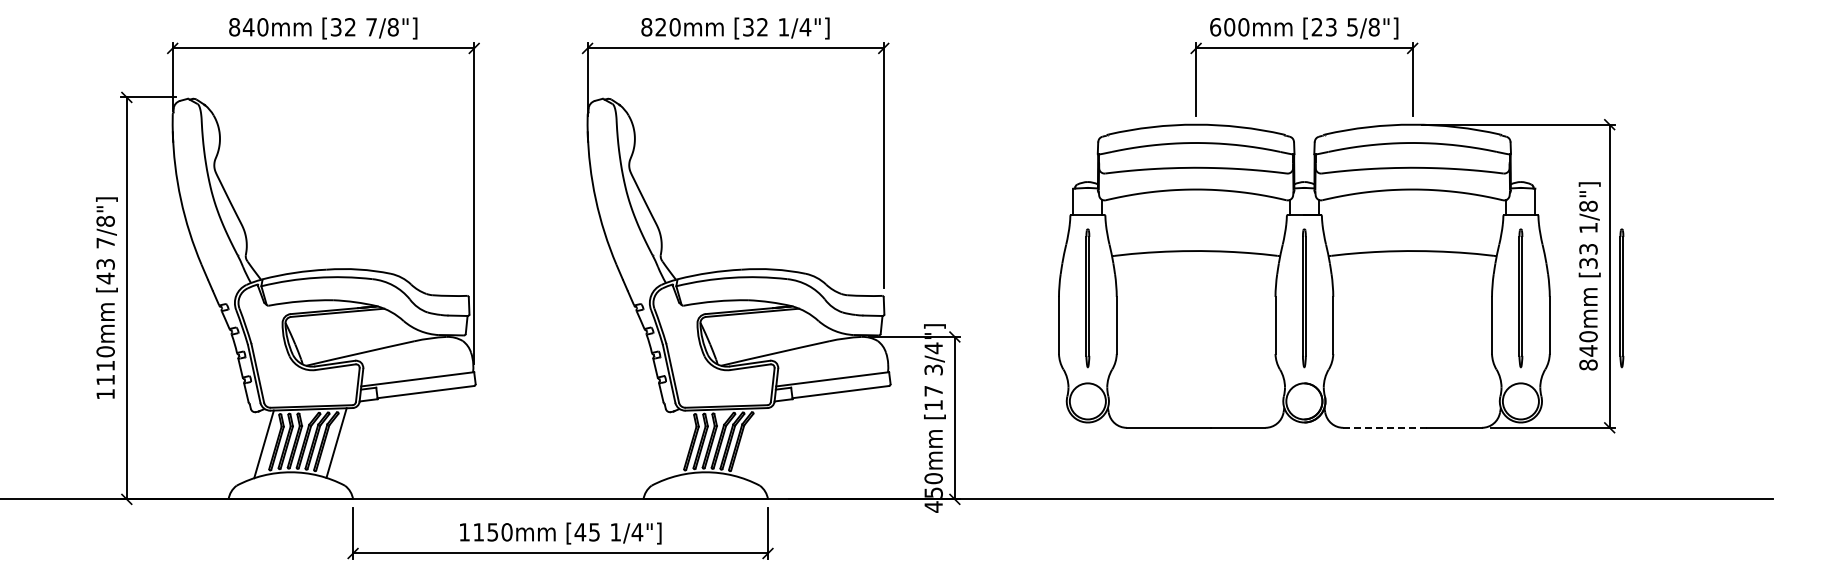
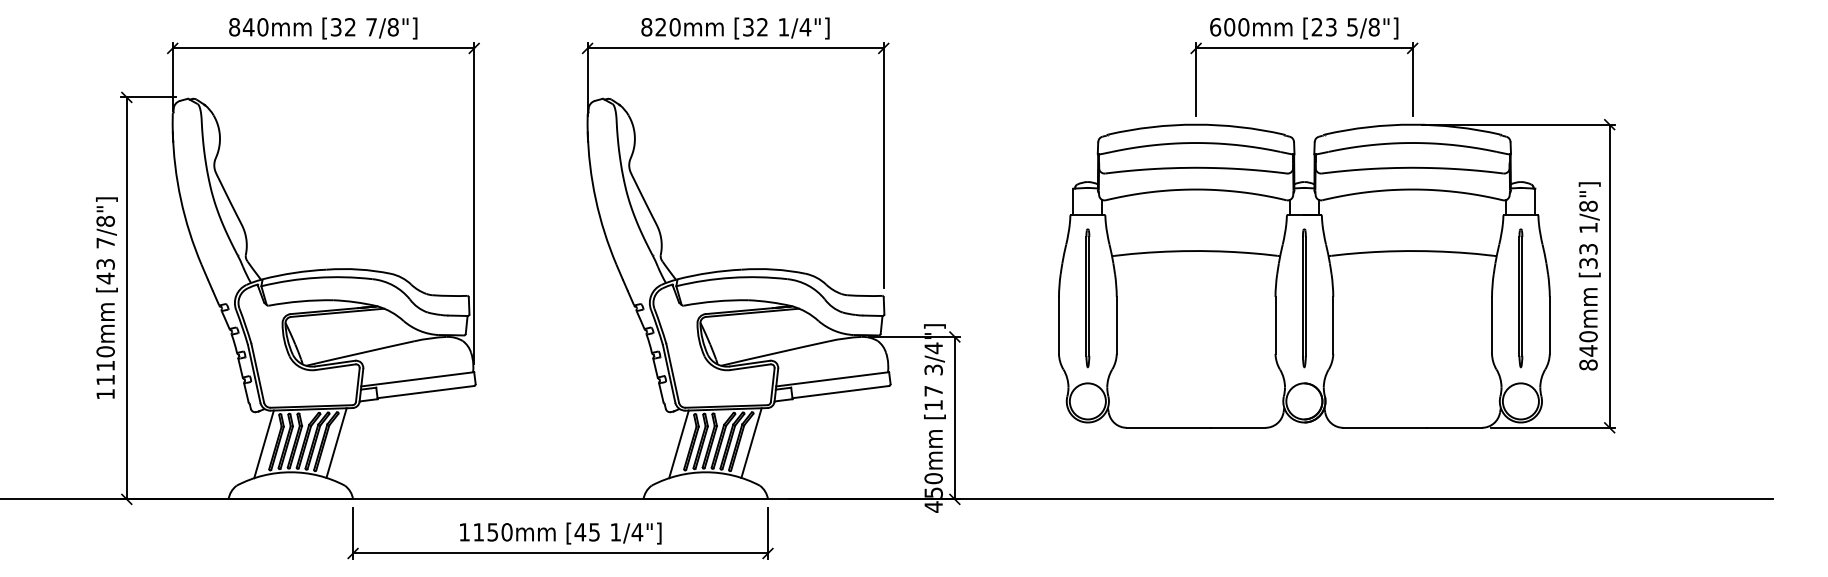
part at (1621, 298): present -> none
line at (1385, 427): dashed -> solid
line at (751, 442): none -> present
line at (678, 444): none -> present
